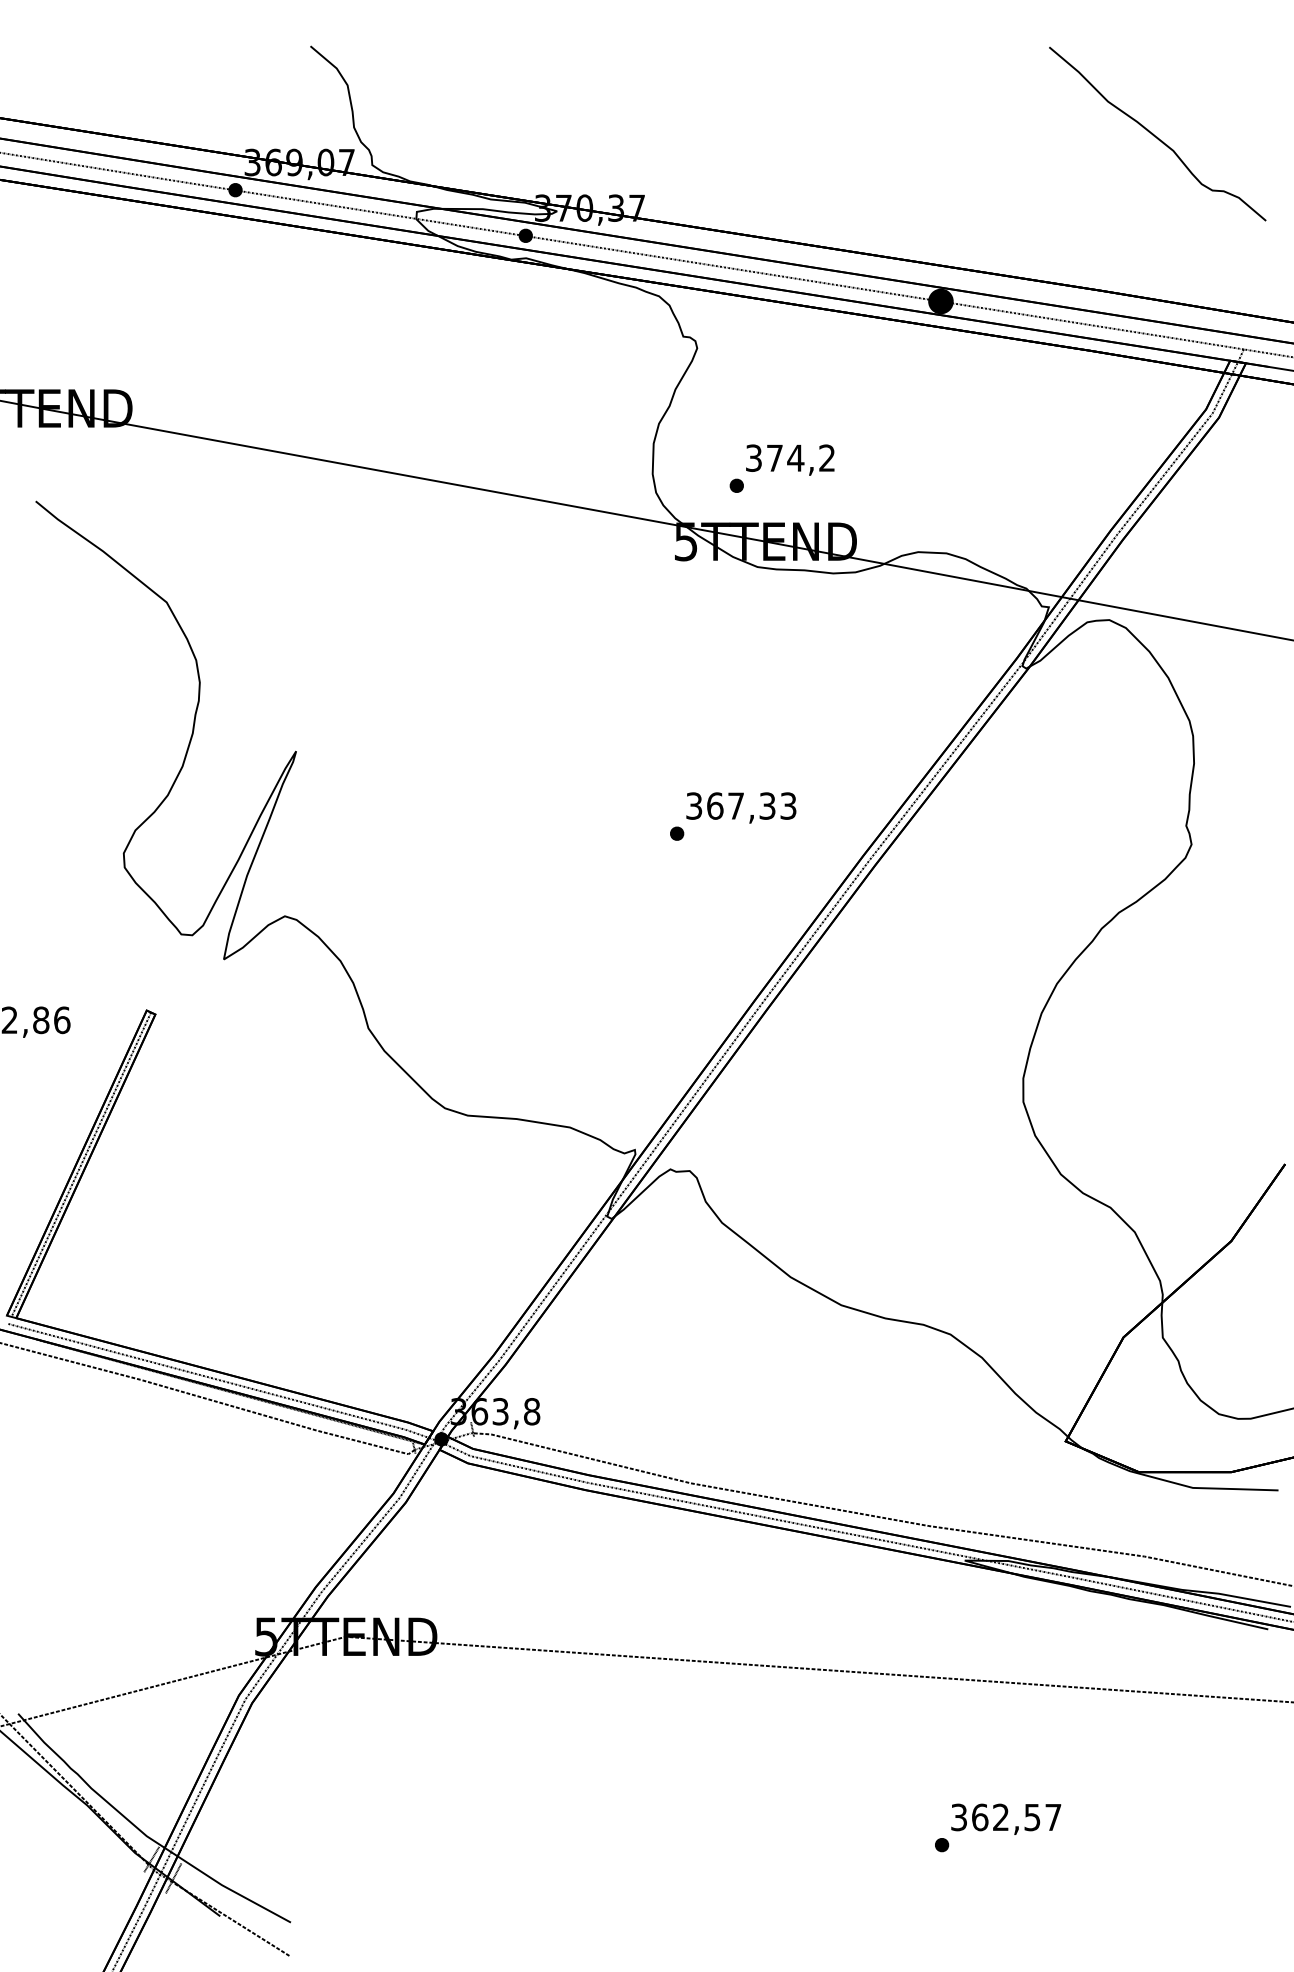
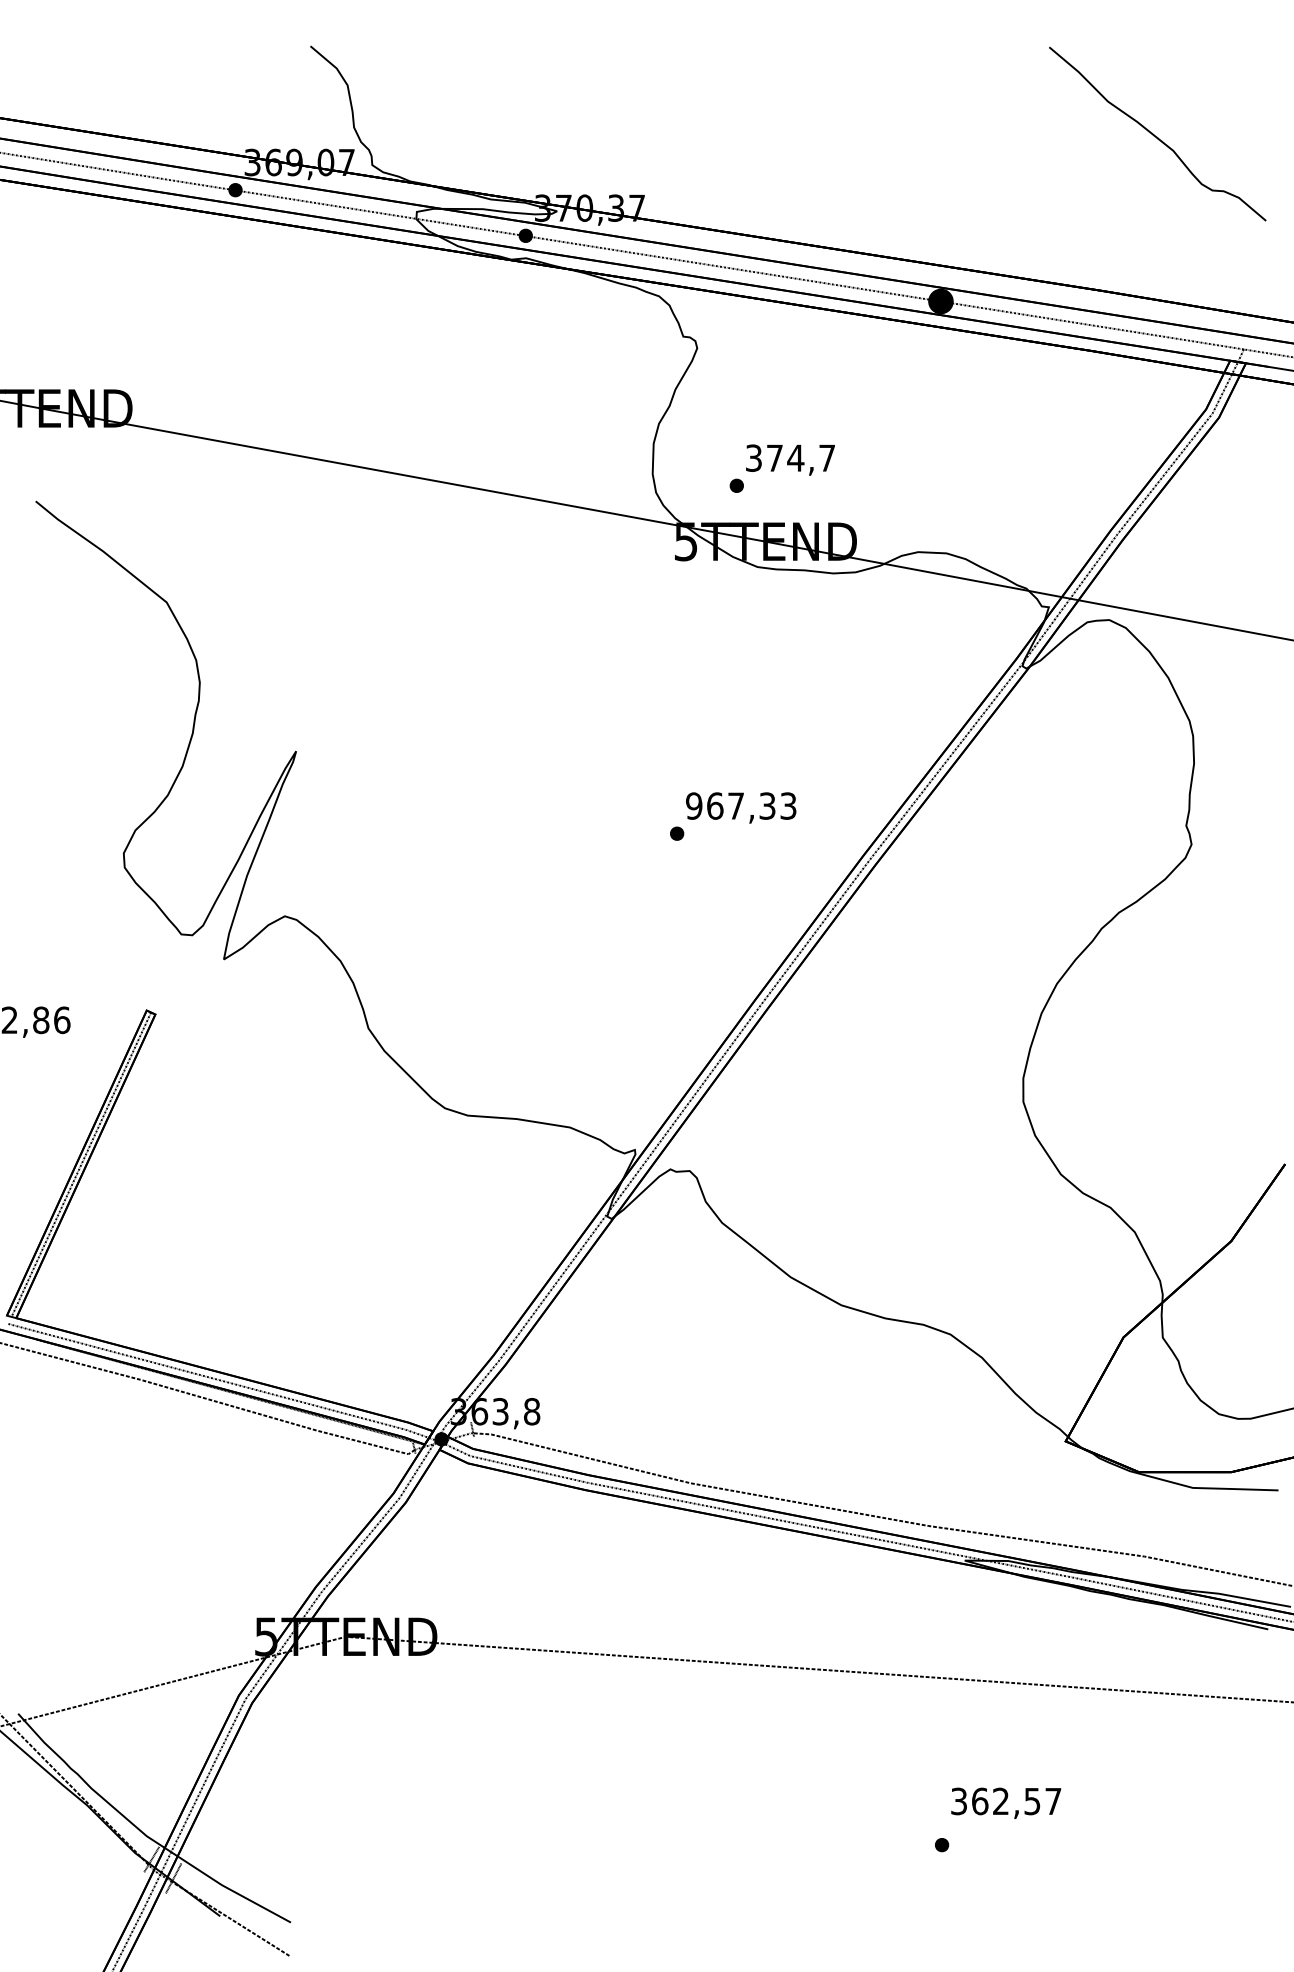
text at (826, 457): 374,2 -> 374,7
text at (694, 805): 367,33 -> 967,33
text at (1006, 1818) position: (1006, 1818) -> (1006, 1802)
